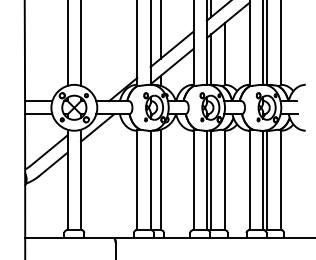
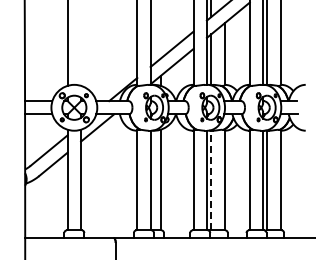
line at (160, 30): present -> none
line at (81, 43): present -> none
line at (211, 180): solid -> dashed
